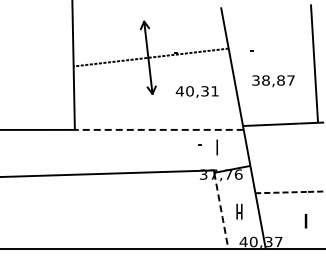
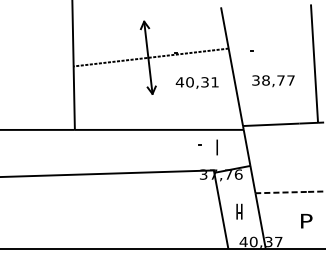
text at (280, 80): 38,87 -> 38,77
text at (196, 91) position: (196, 91) -> (196, 82)
line at (159, 129): dashed -> solid
line at (221, 211): dashed -> solid
text at (306, 220): I -> P
